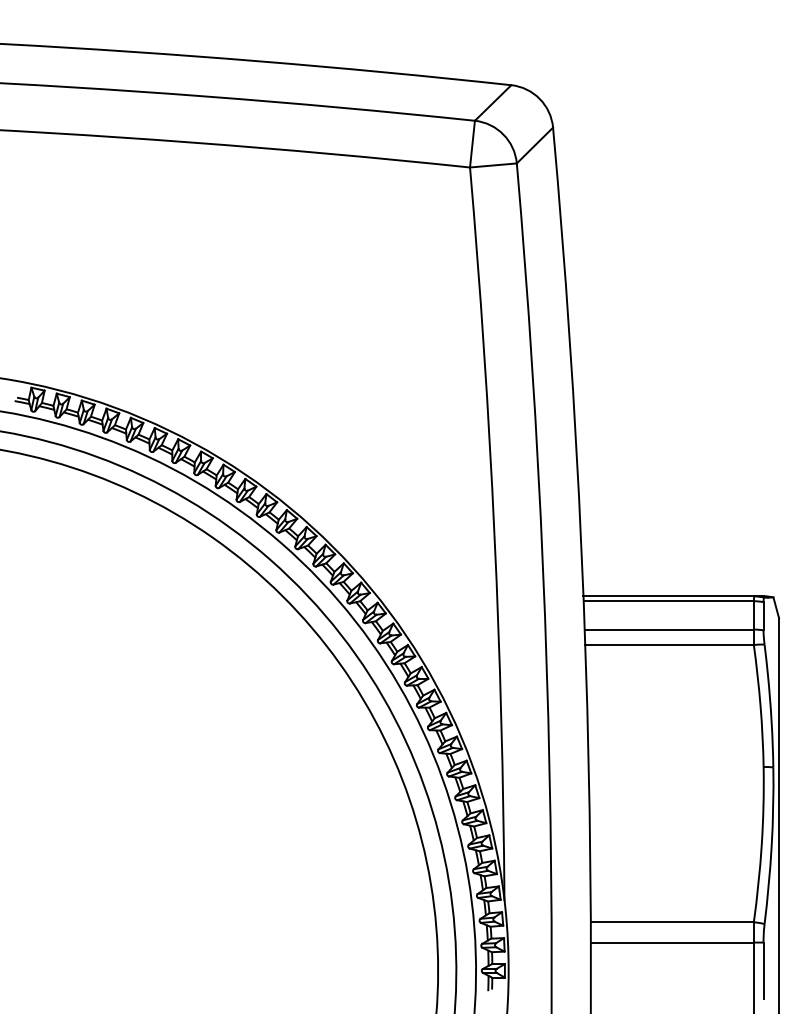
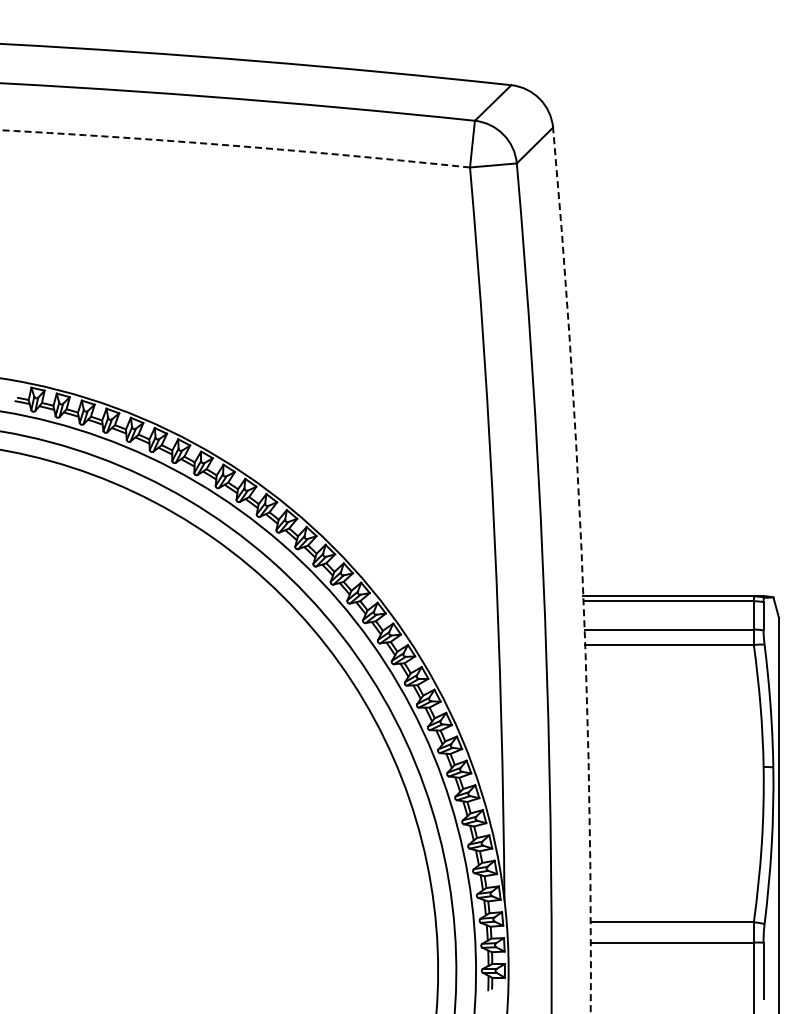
arc at (235, 145): solid -> dashed
arc at (582, 569): solid -> dashed
